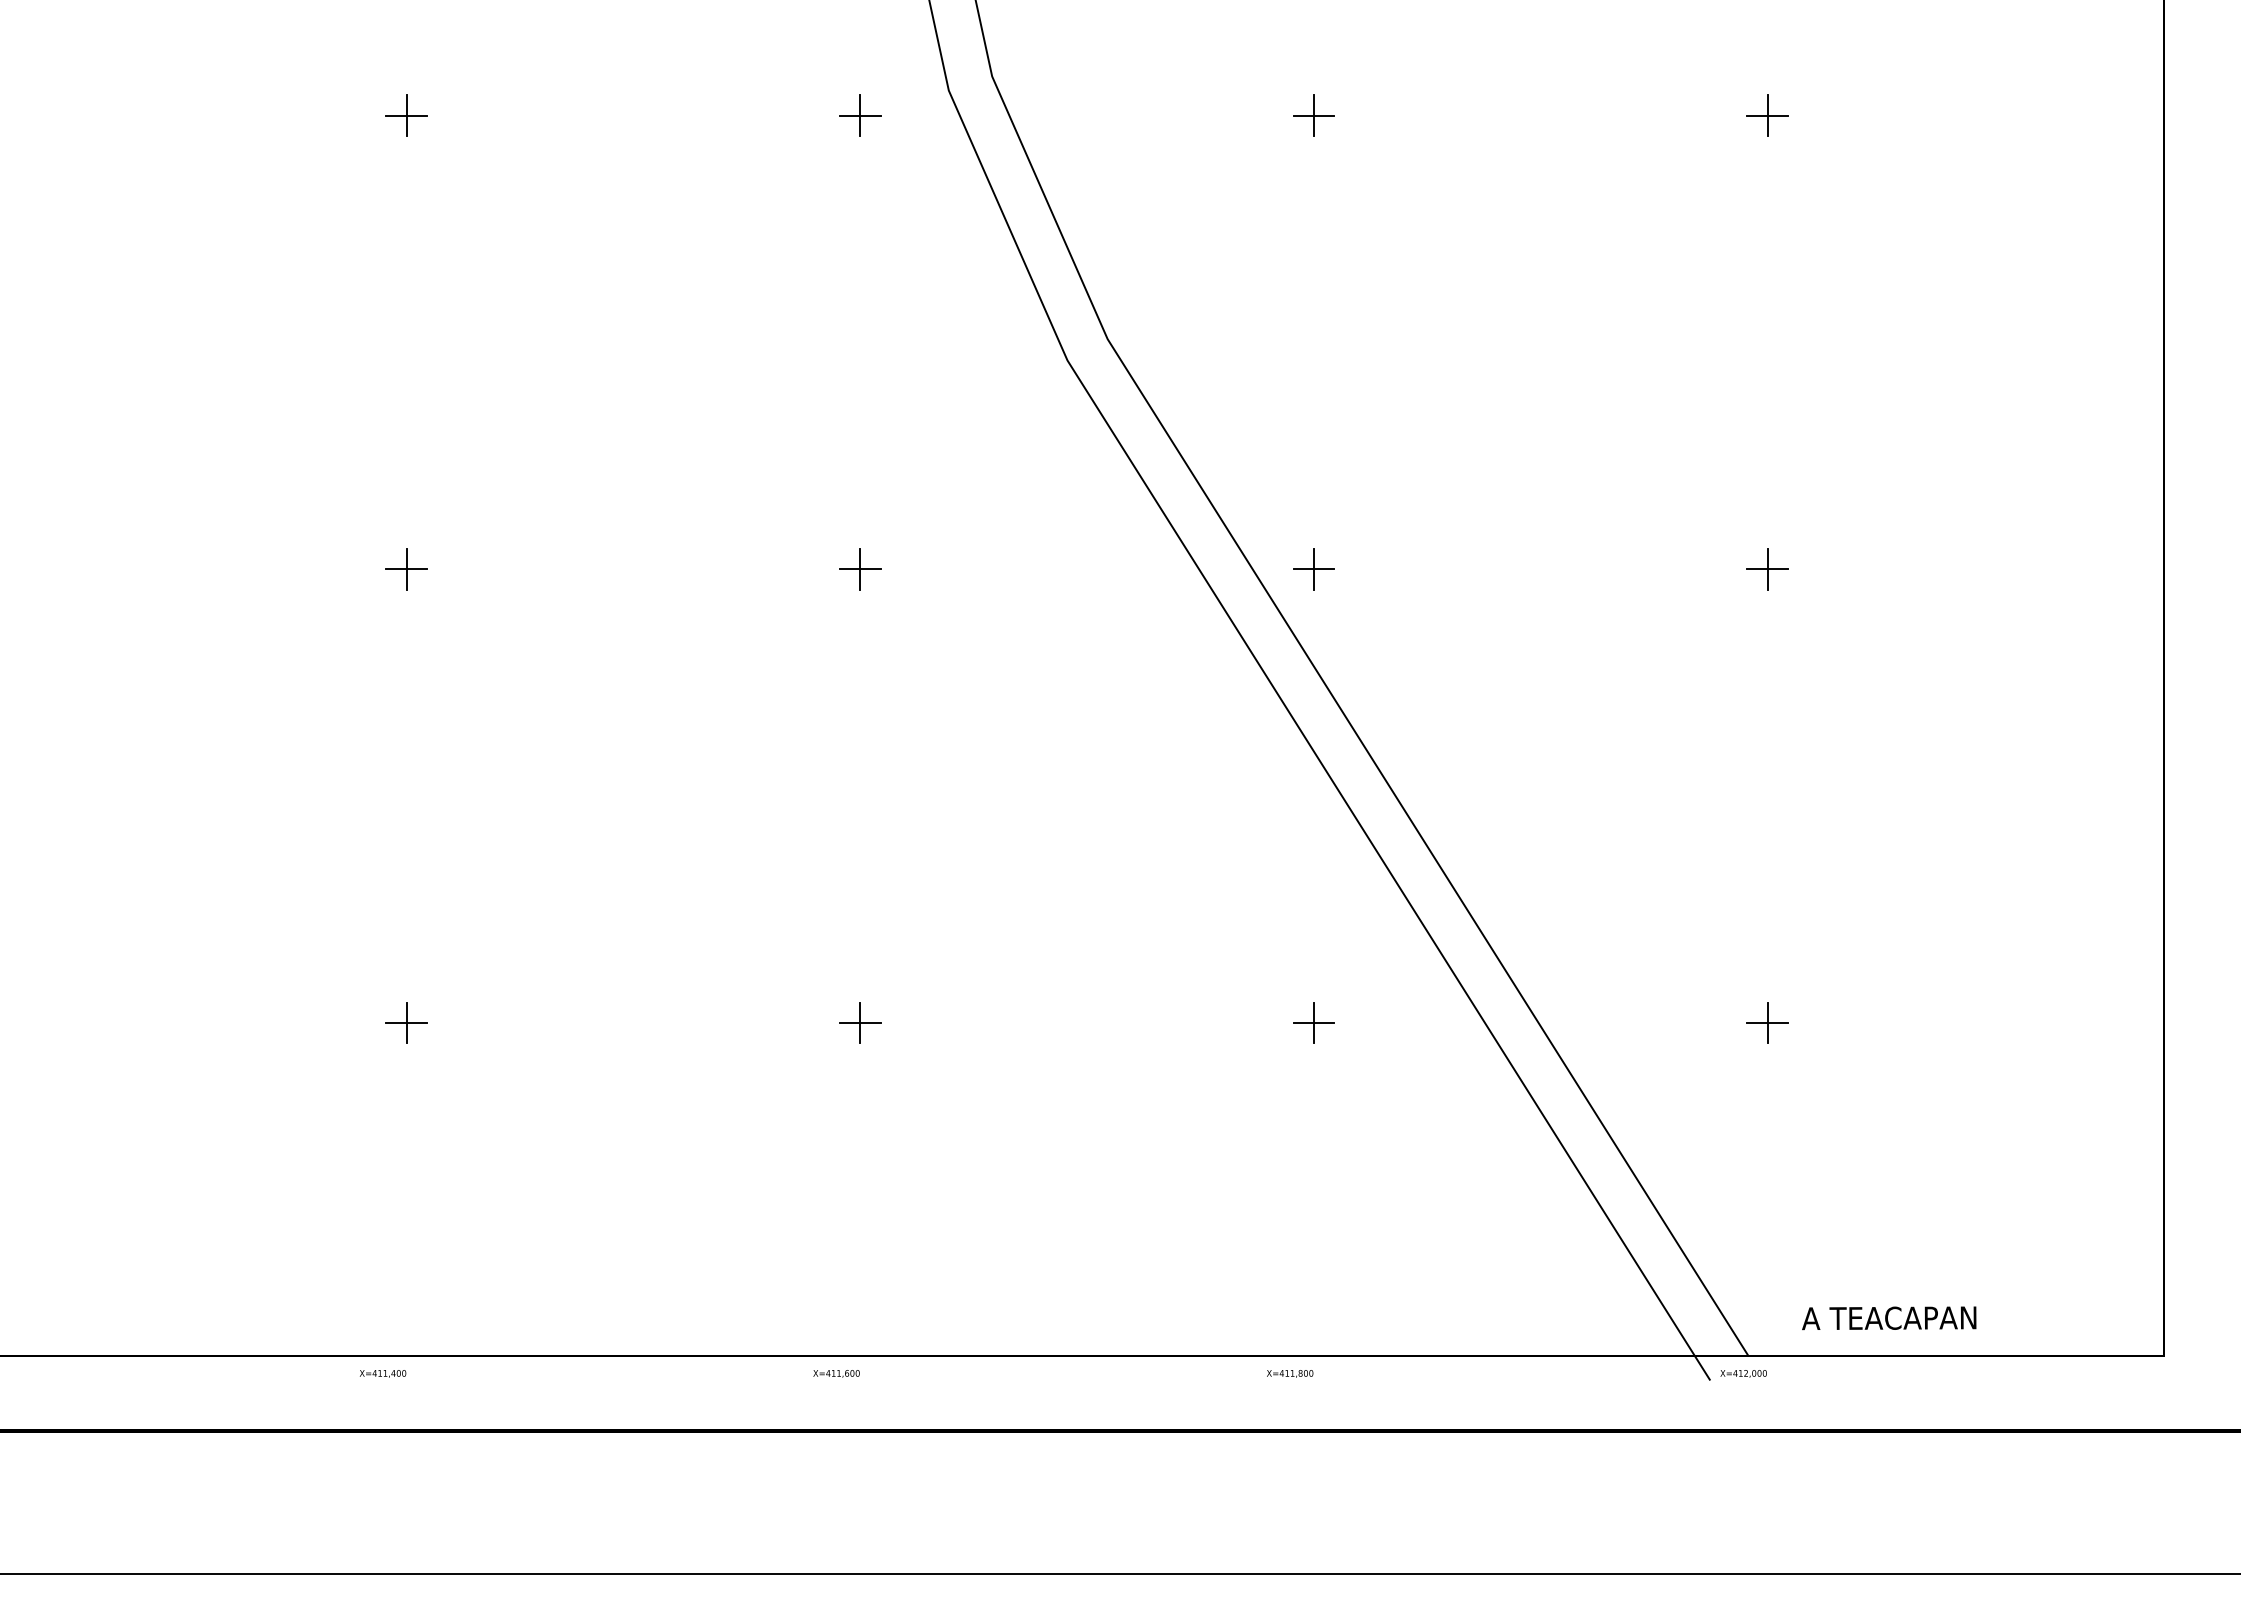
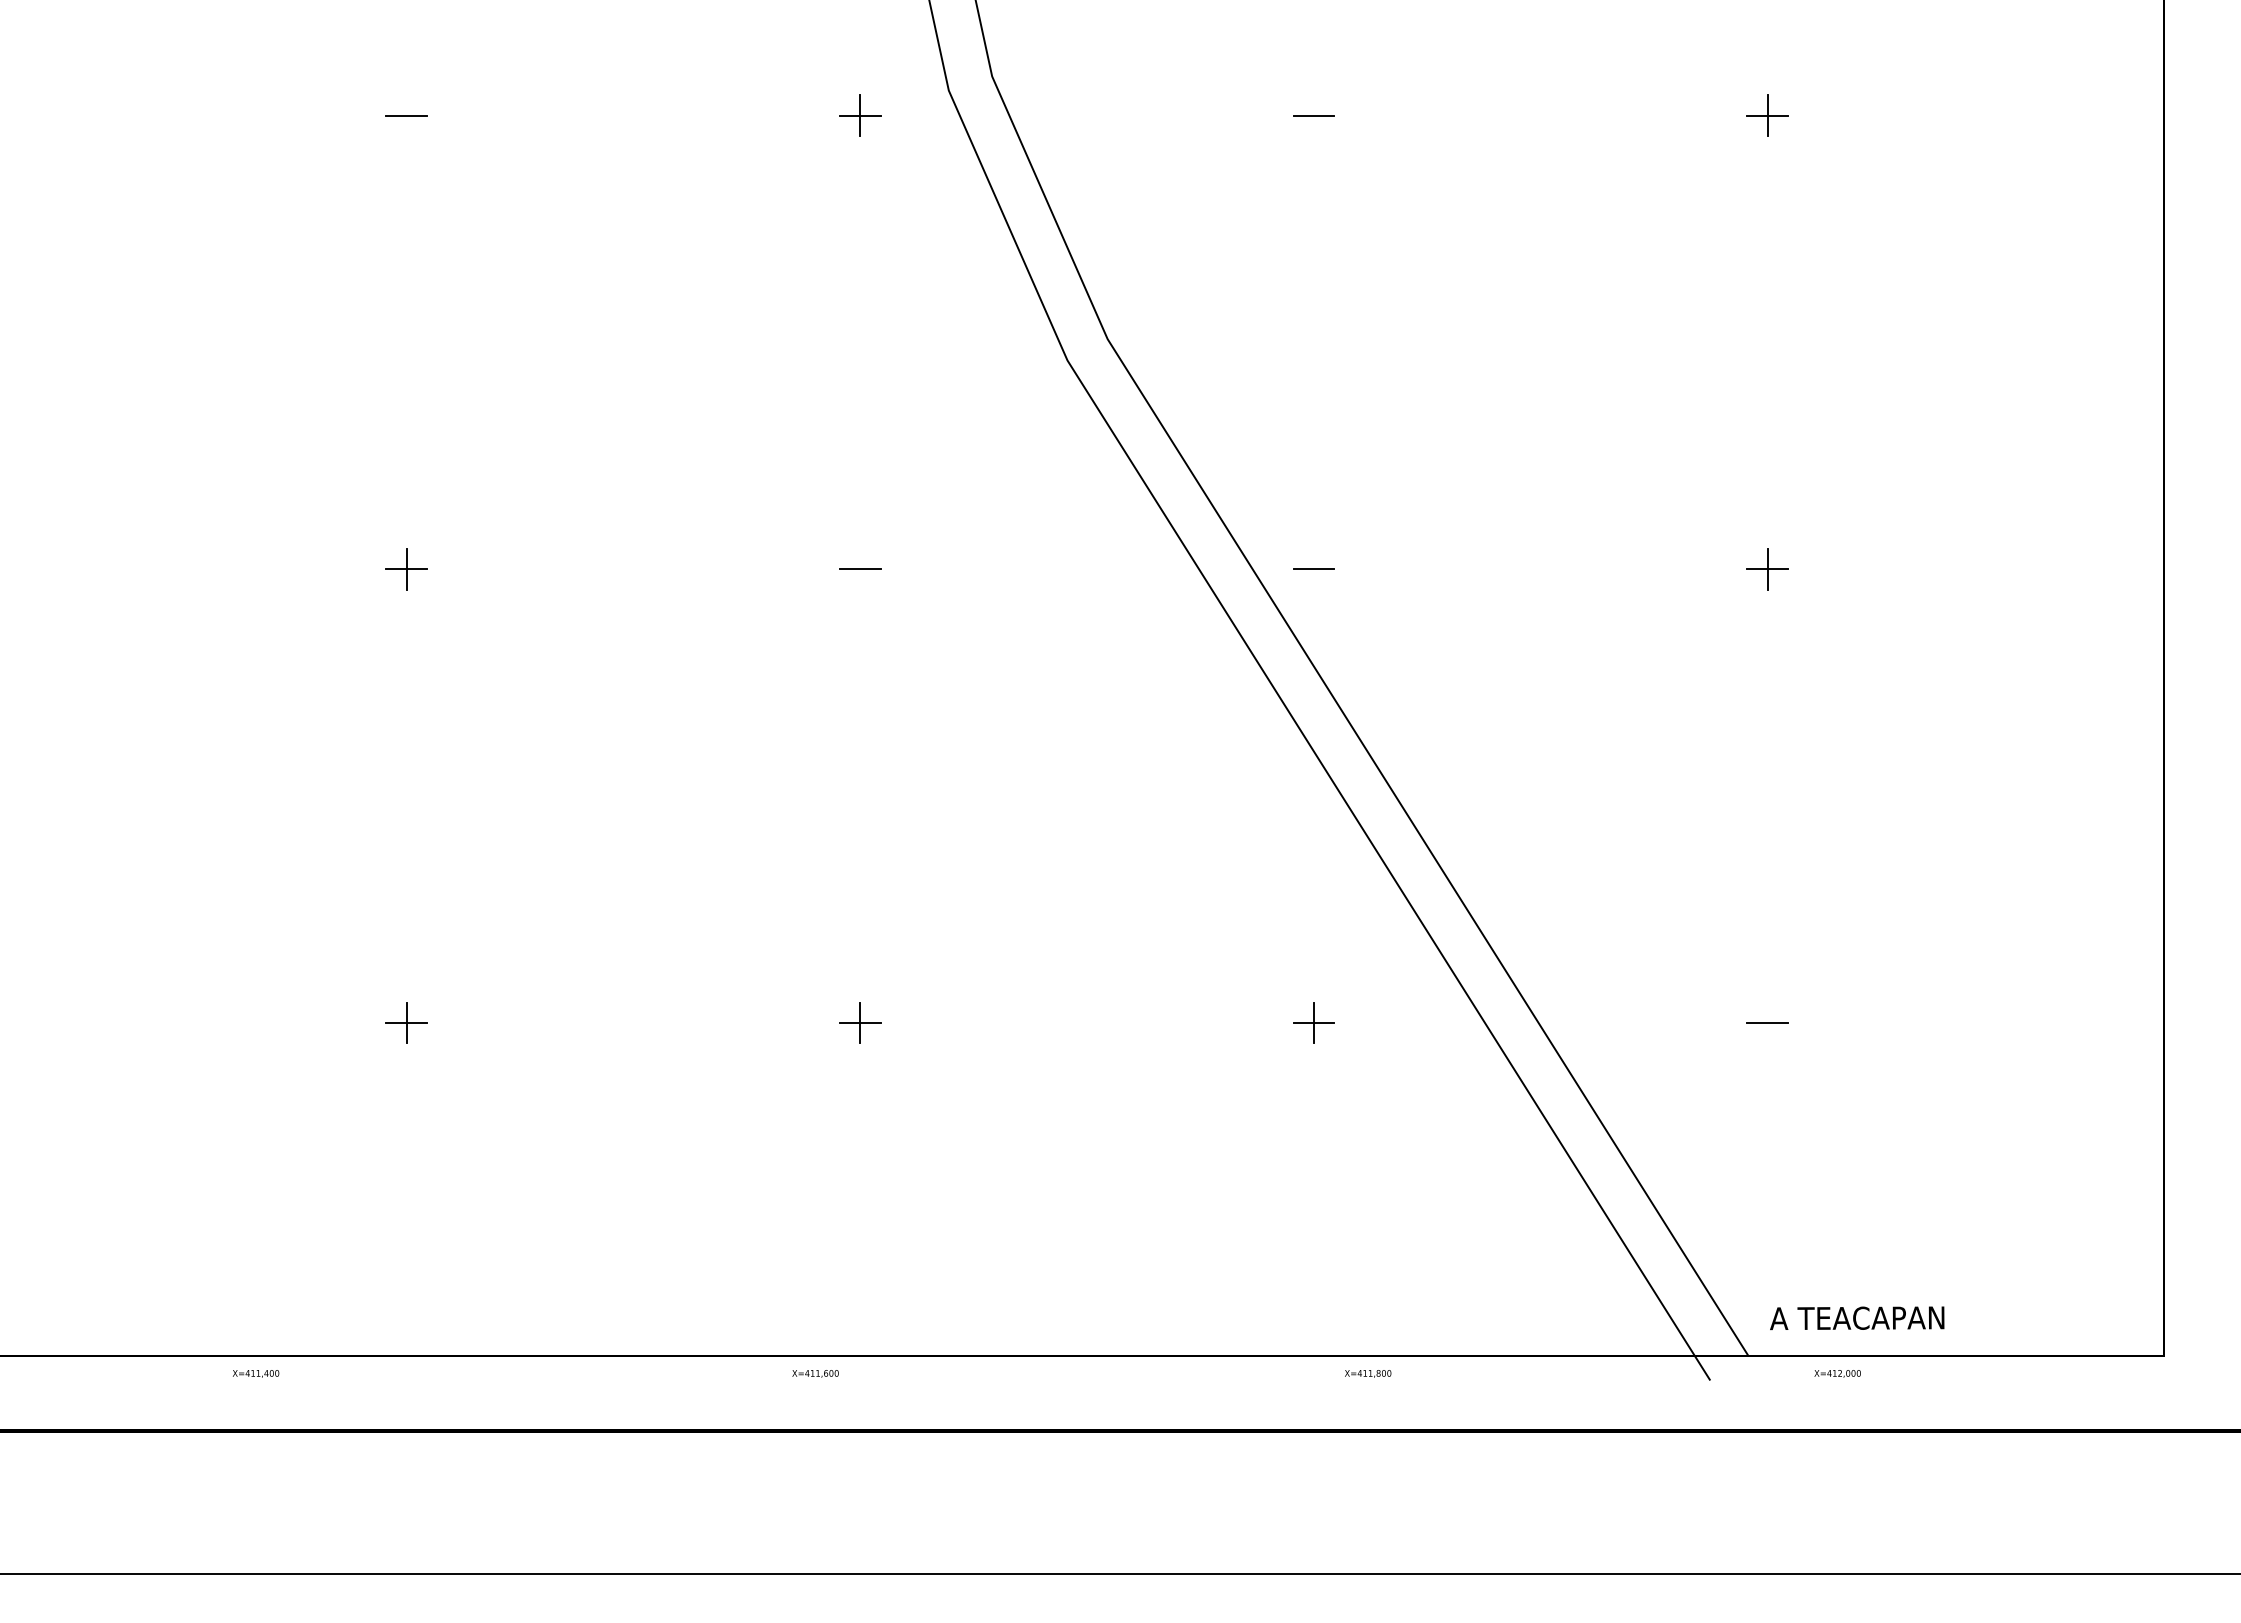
line at (406, 115): present -> none
line at (1313, 115): present -> none
line at (860, 569): present -> none
line at (1313, 569): present -> none
line at (1767, 1022): present -> none
text at (1889, 1318) position: (1889, 1318) -> (1857, 1318)
text at (383, 1373) position: (383, 1373) -> (256, 1373)
text at (836, 1373) position: (836, 1373) -> (815, 1373)
text at (1290, 1373) position: (1290, 1373) -> (1368, 1373)
text at (1743, 1373) position: (1743, 1373) -> (1837, 1373)
